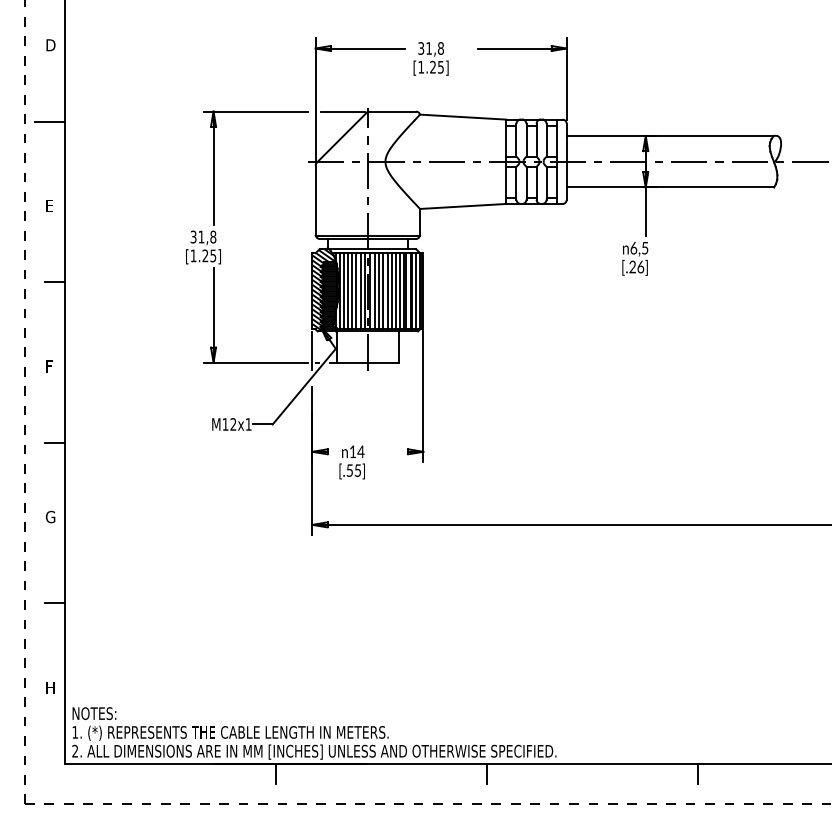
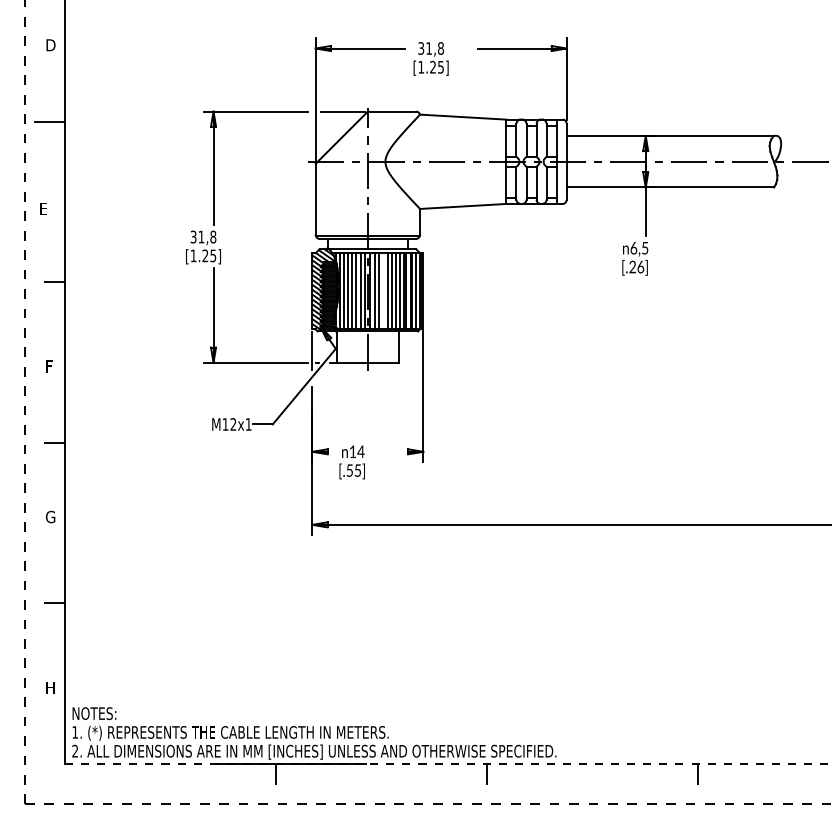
text at (49, 205) position: (49, 205) -> (43, 208)
line at (383, 291): present -> none
line at (448, 764): solid -> dashed
